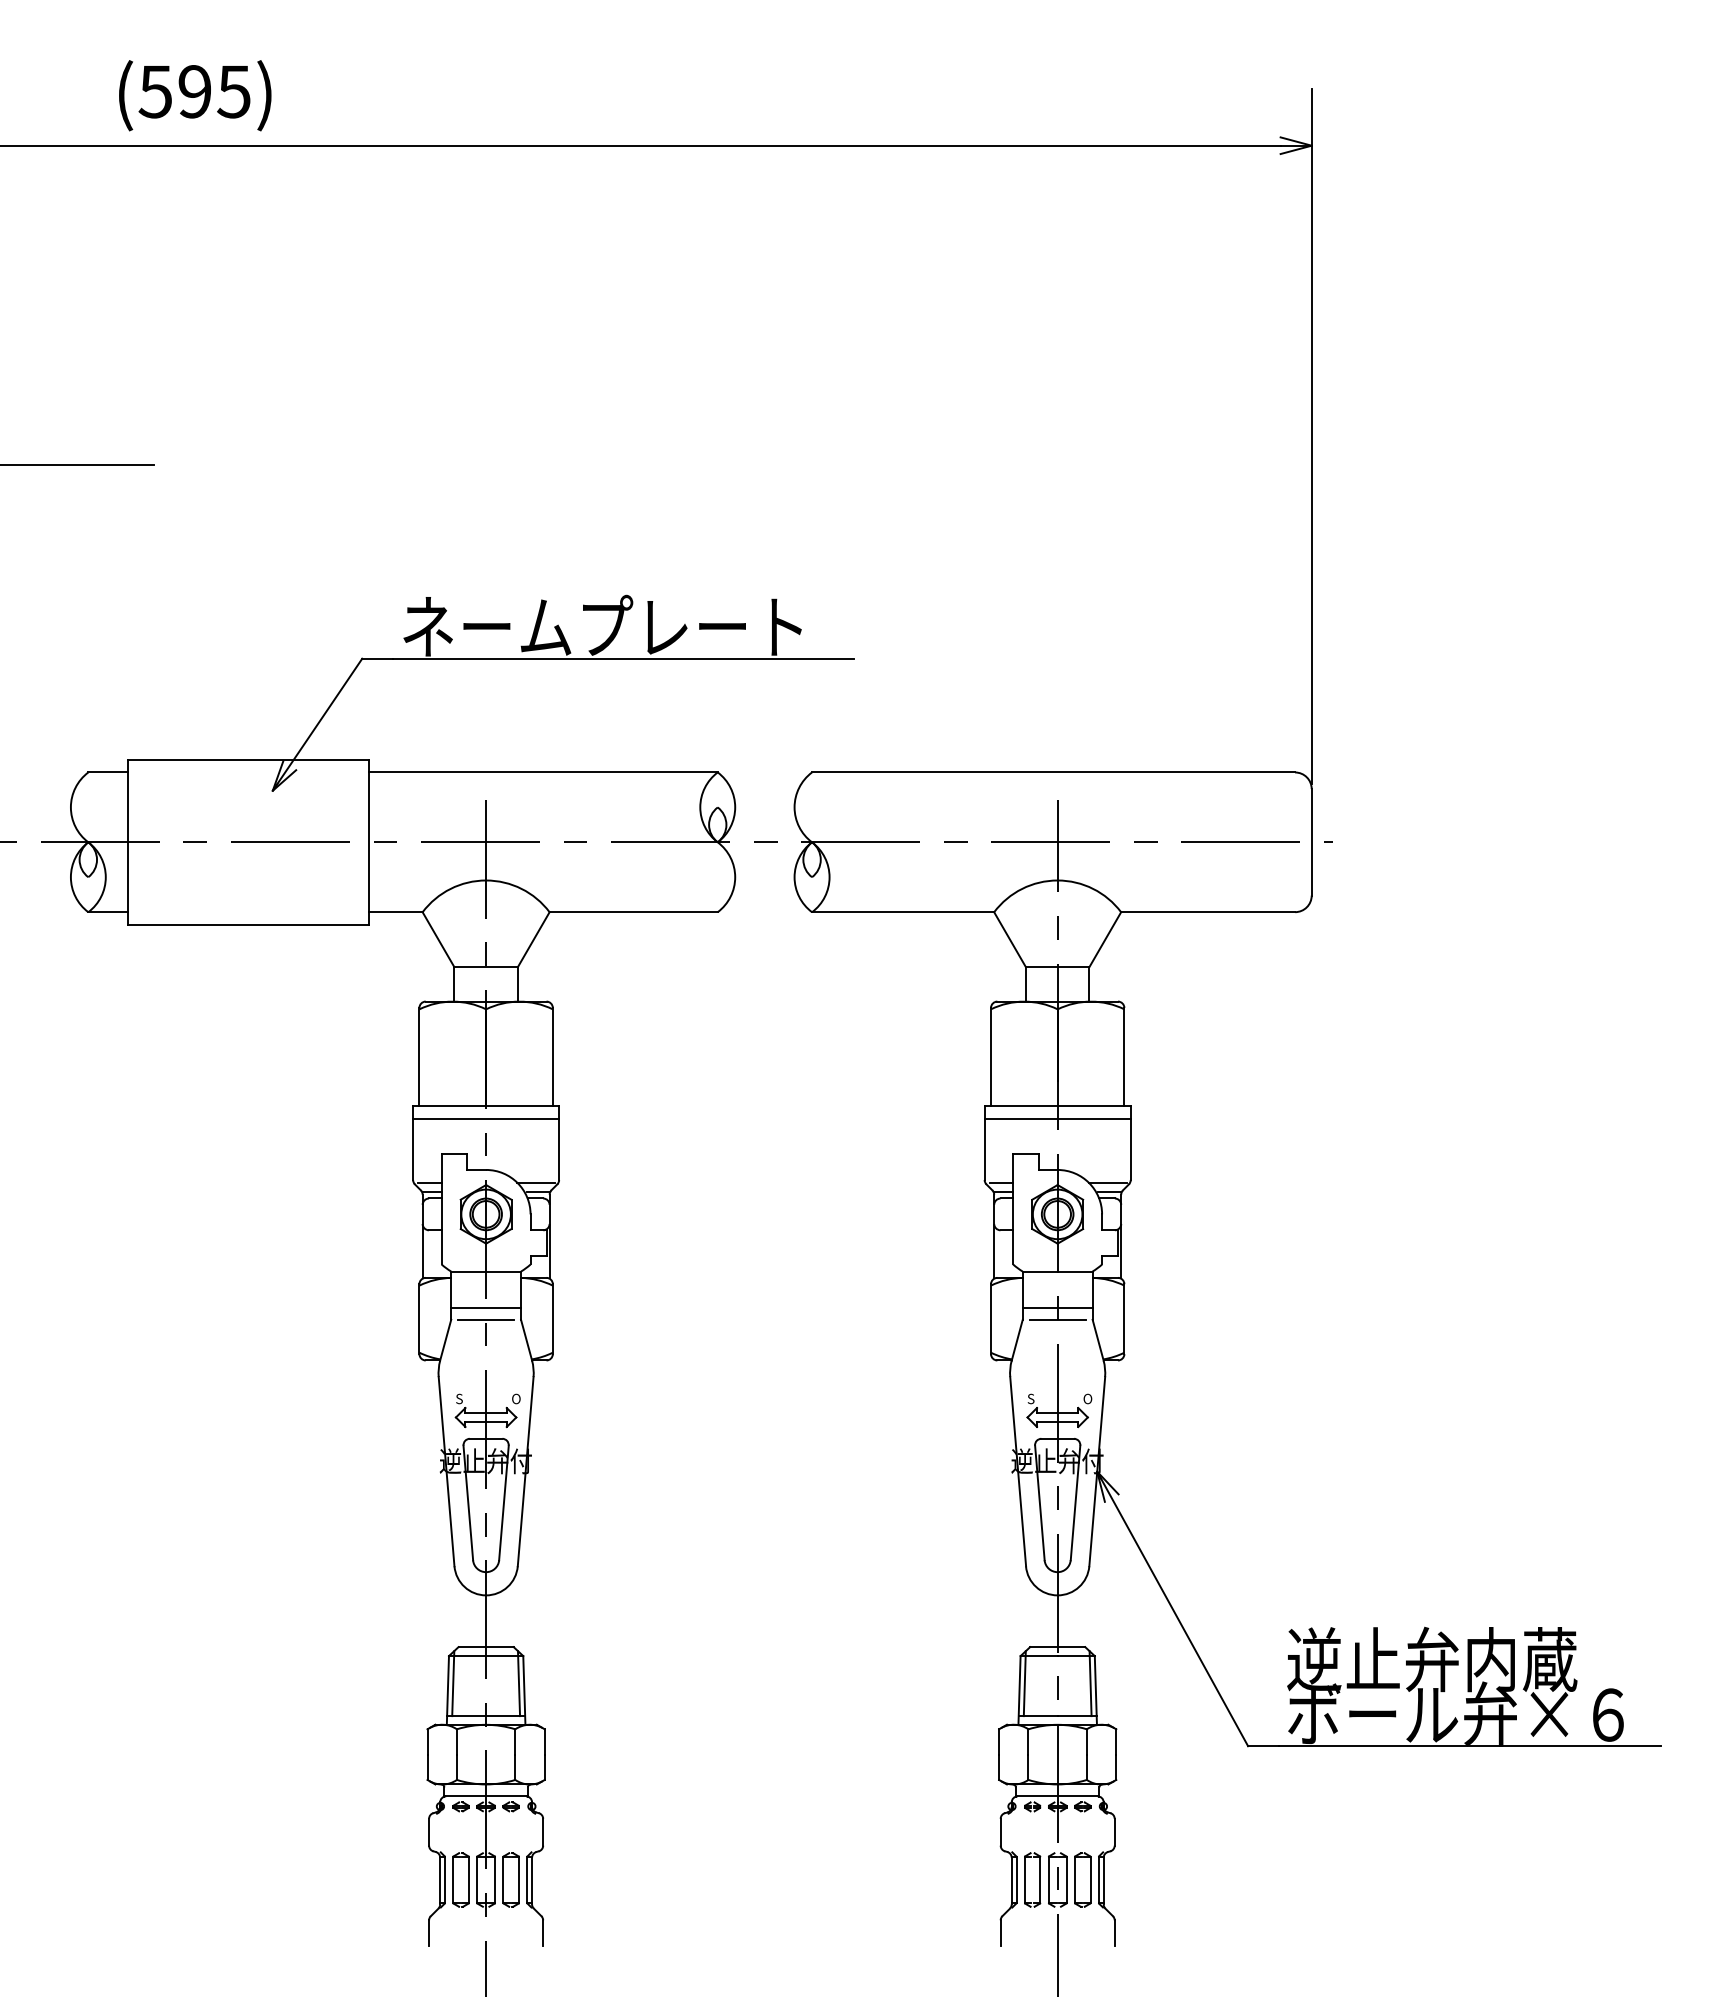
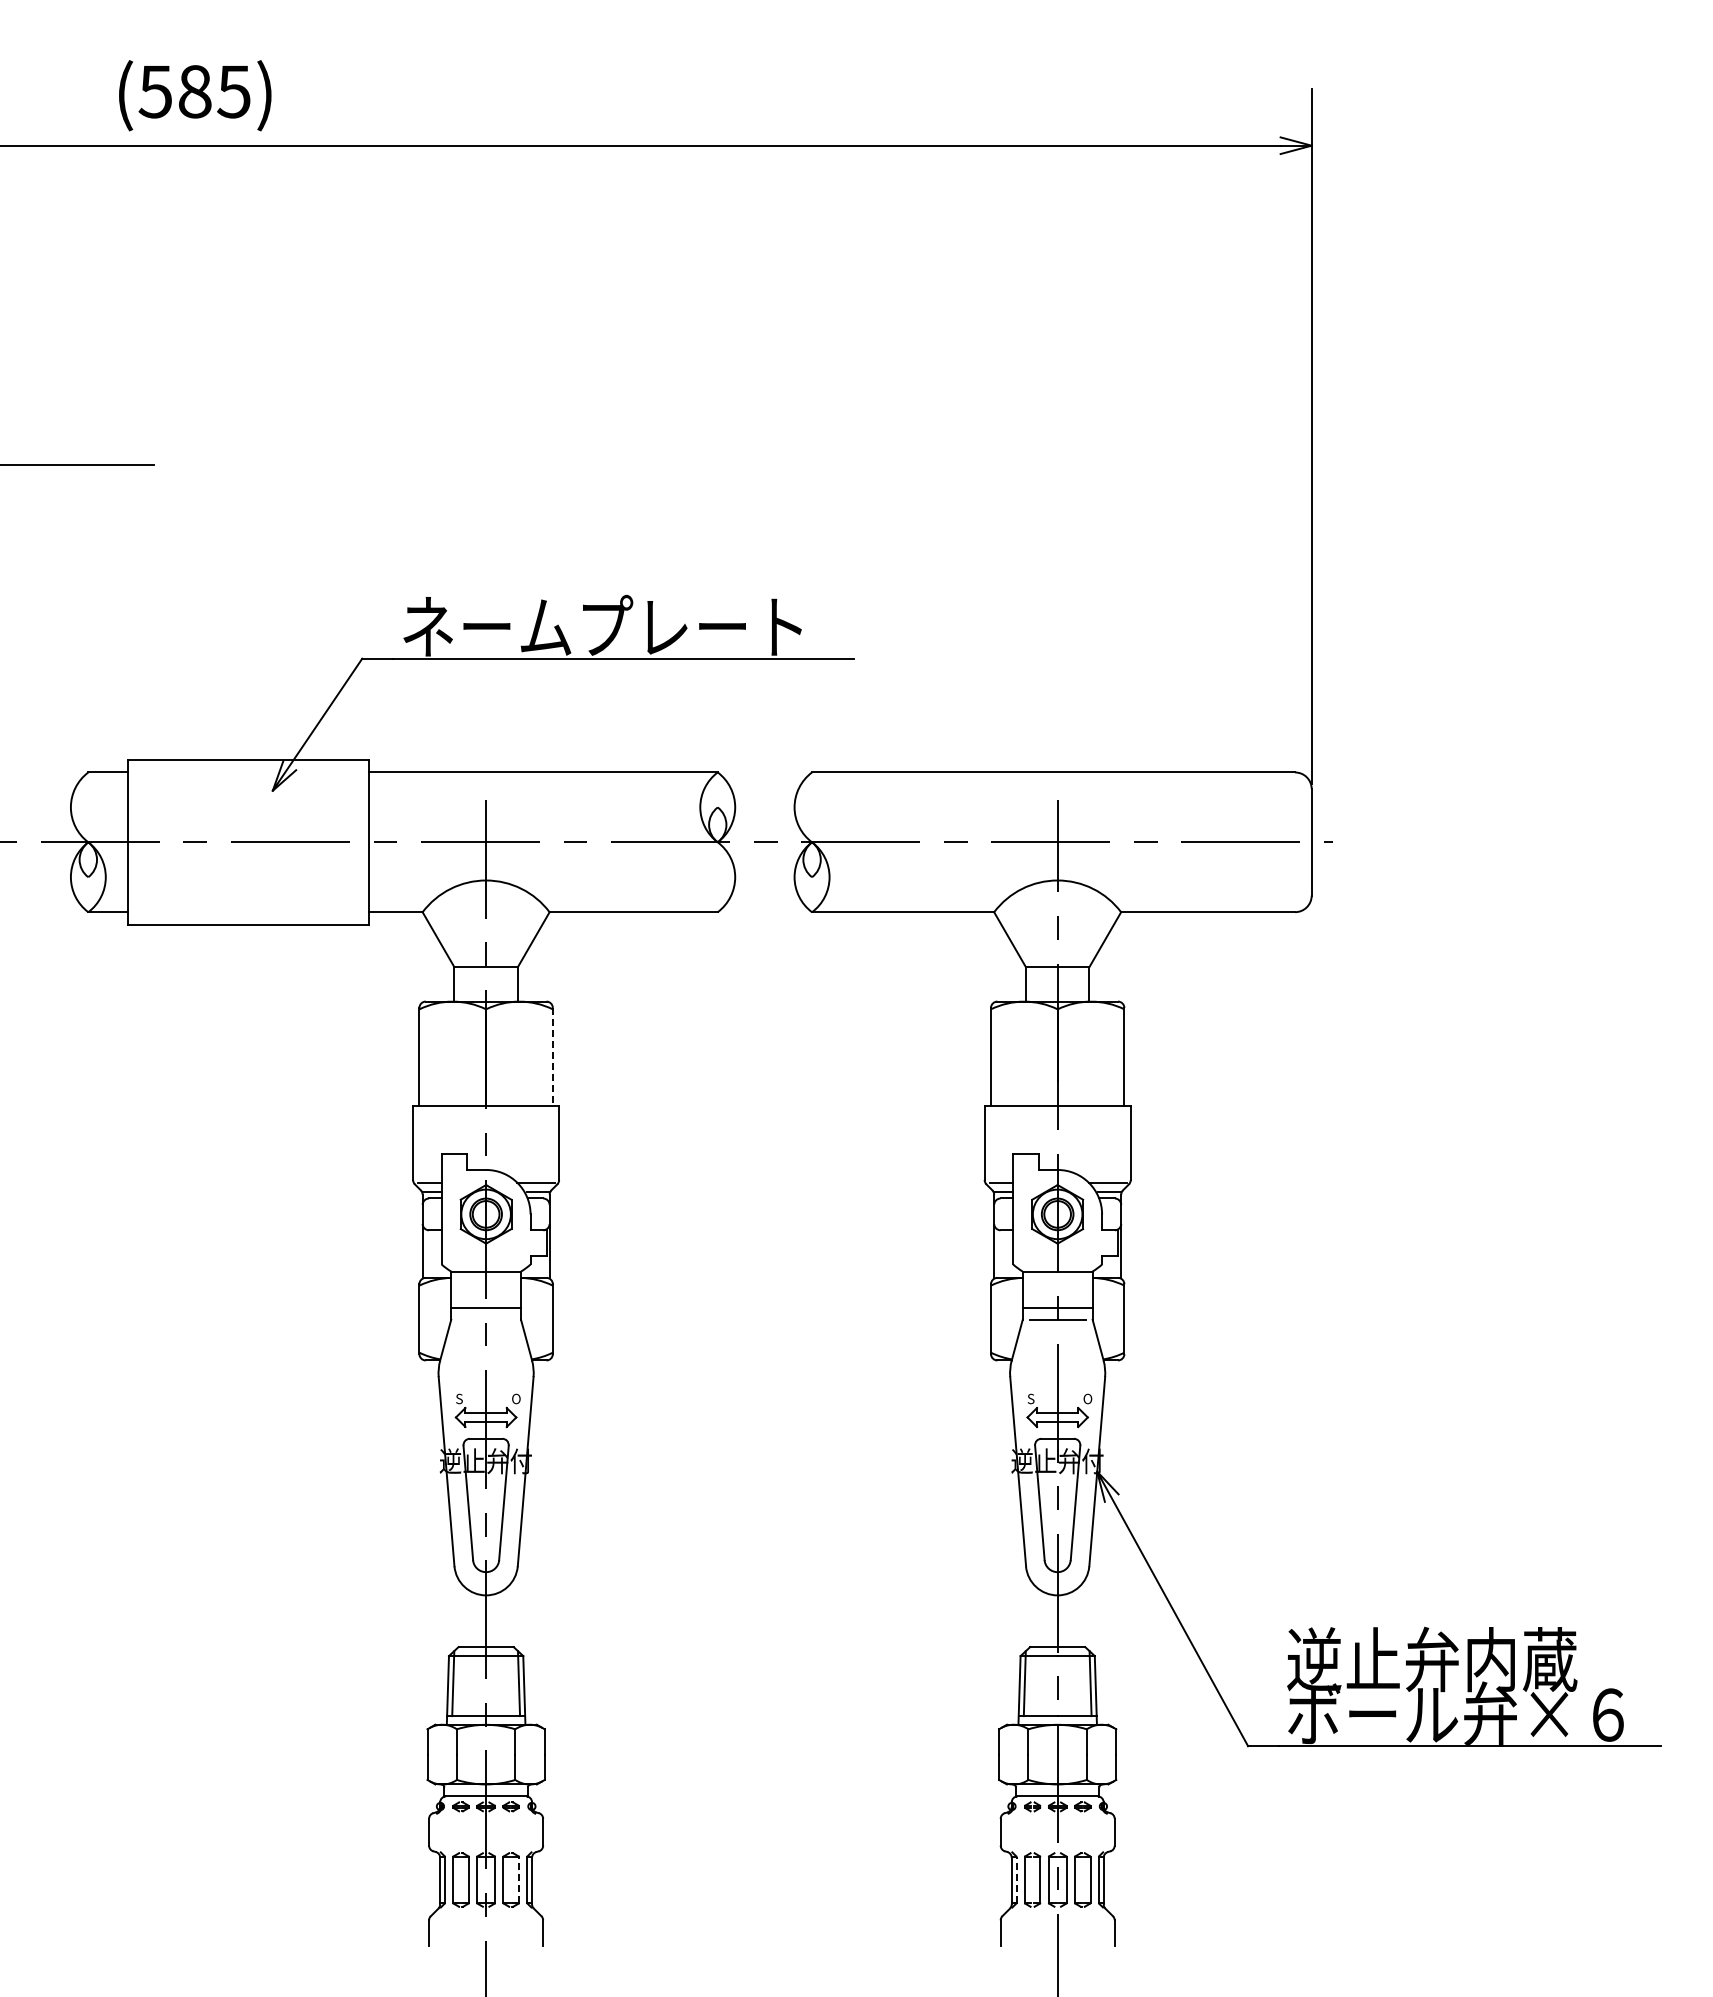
text at (194, 91): (595) -> (585)
line at (552, 1057): solid -> dashed
line at (486, 1119): present -> none
line at (1057, 1119): present -> none
line at (486, 1319): present -> none
line at (518, 1880): solid -> dashed
line at (1016, 1880): solid -> dashed
